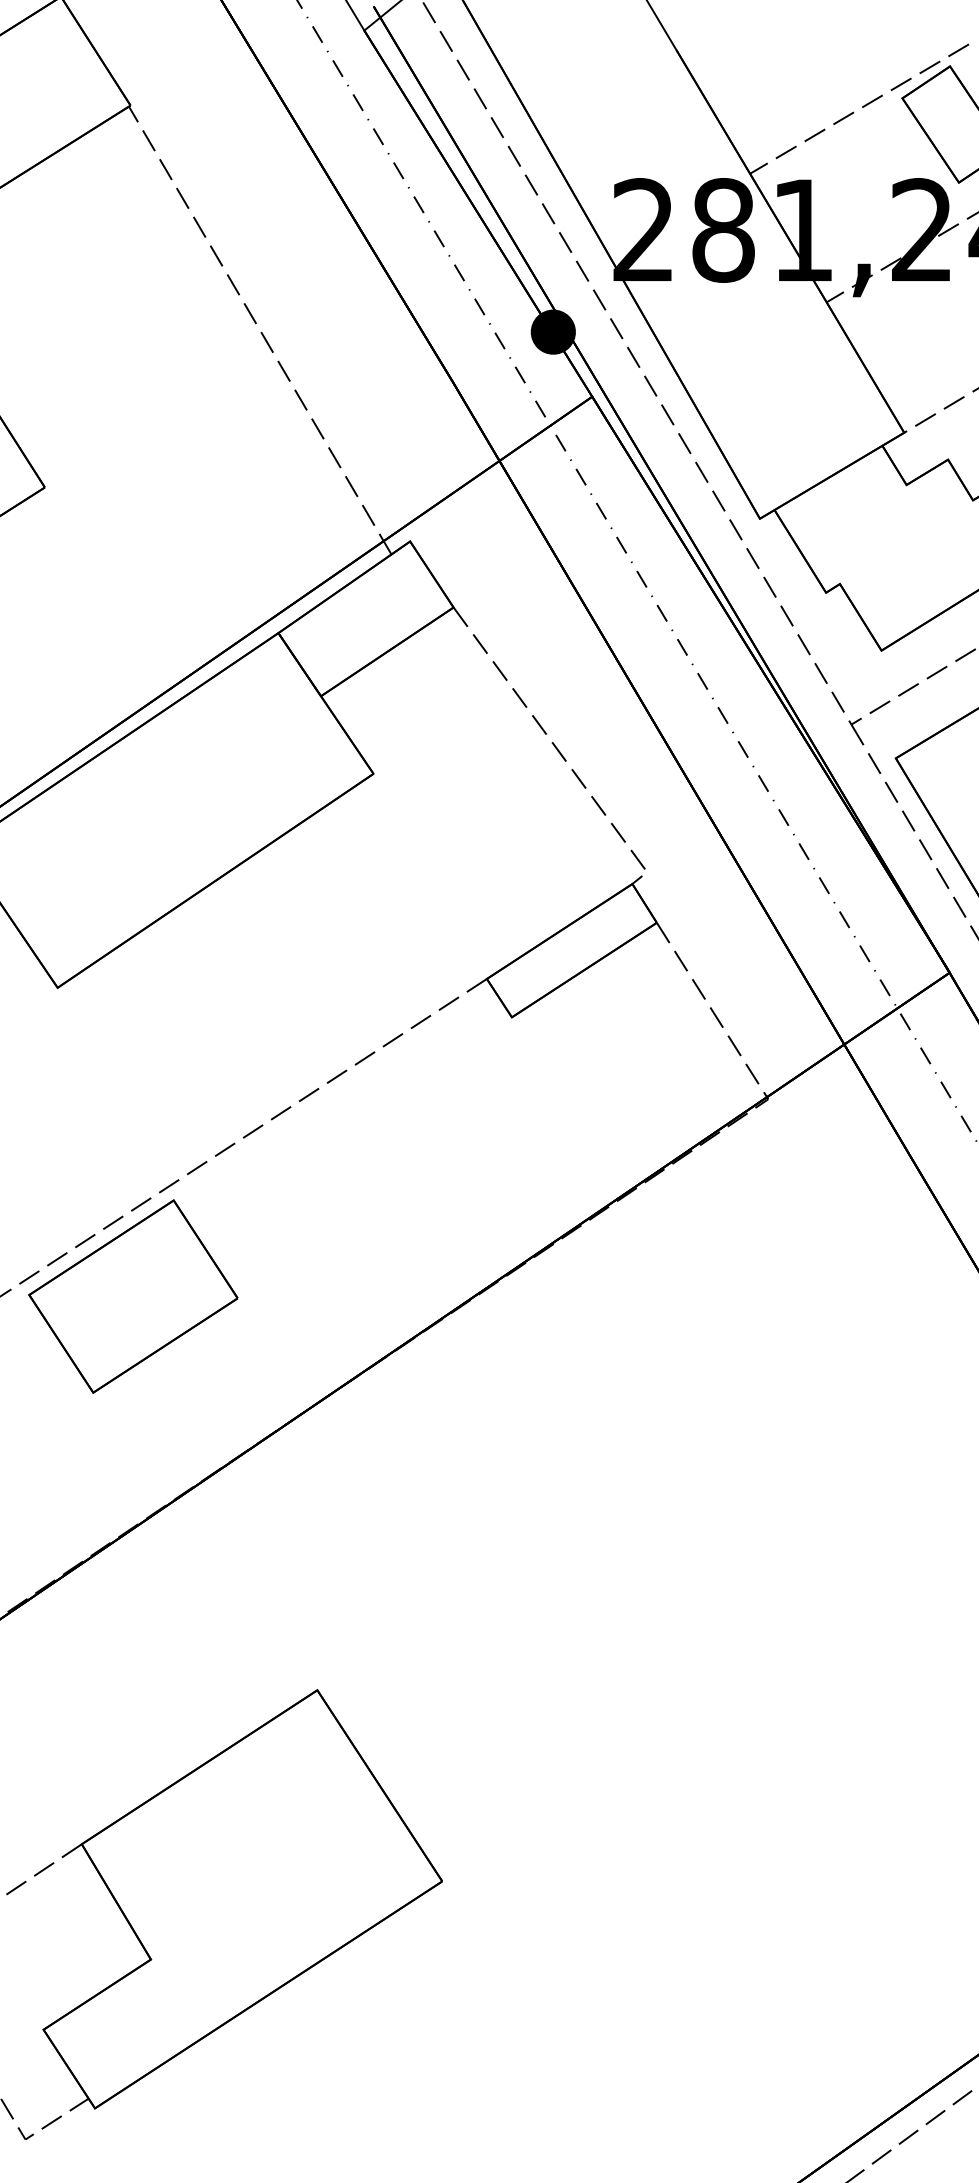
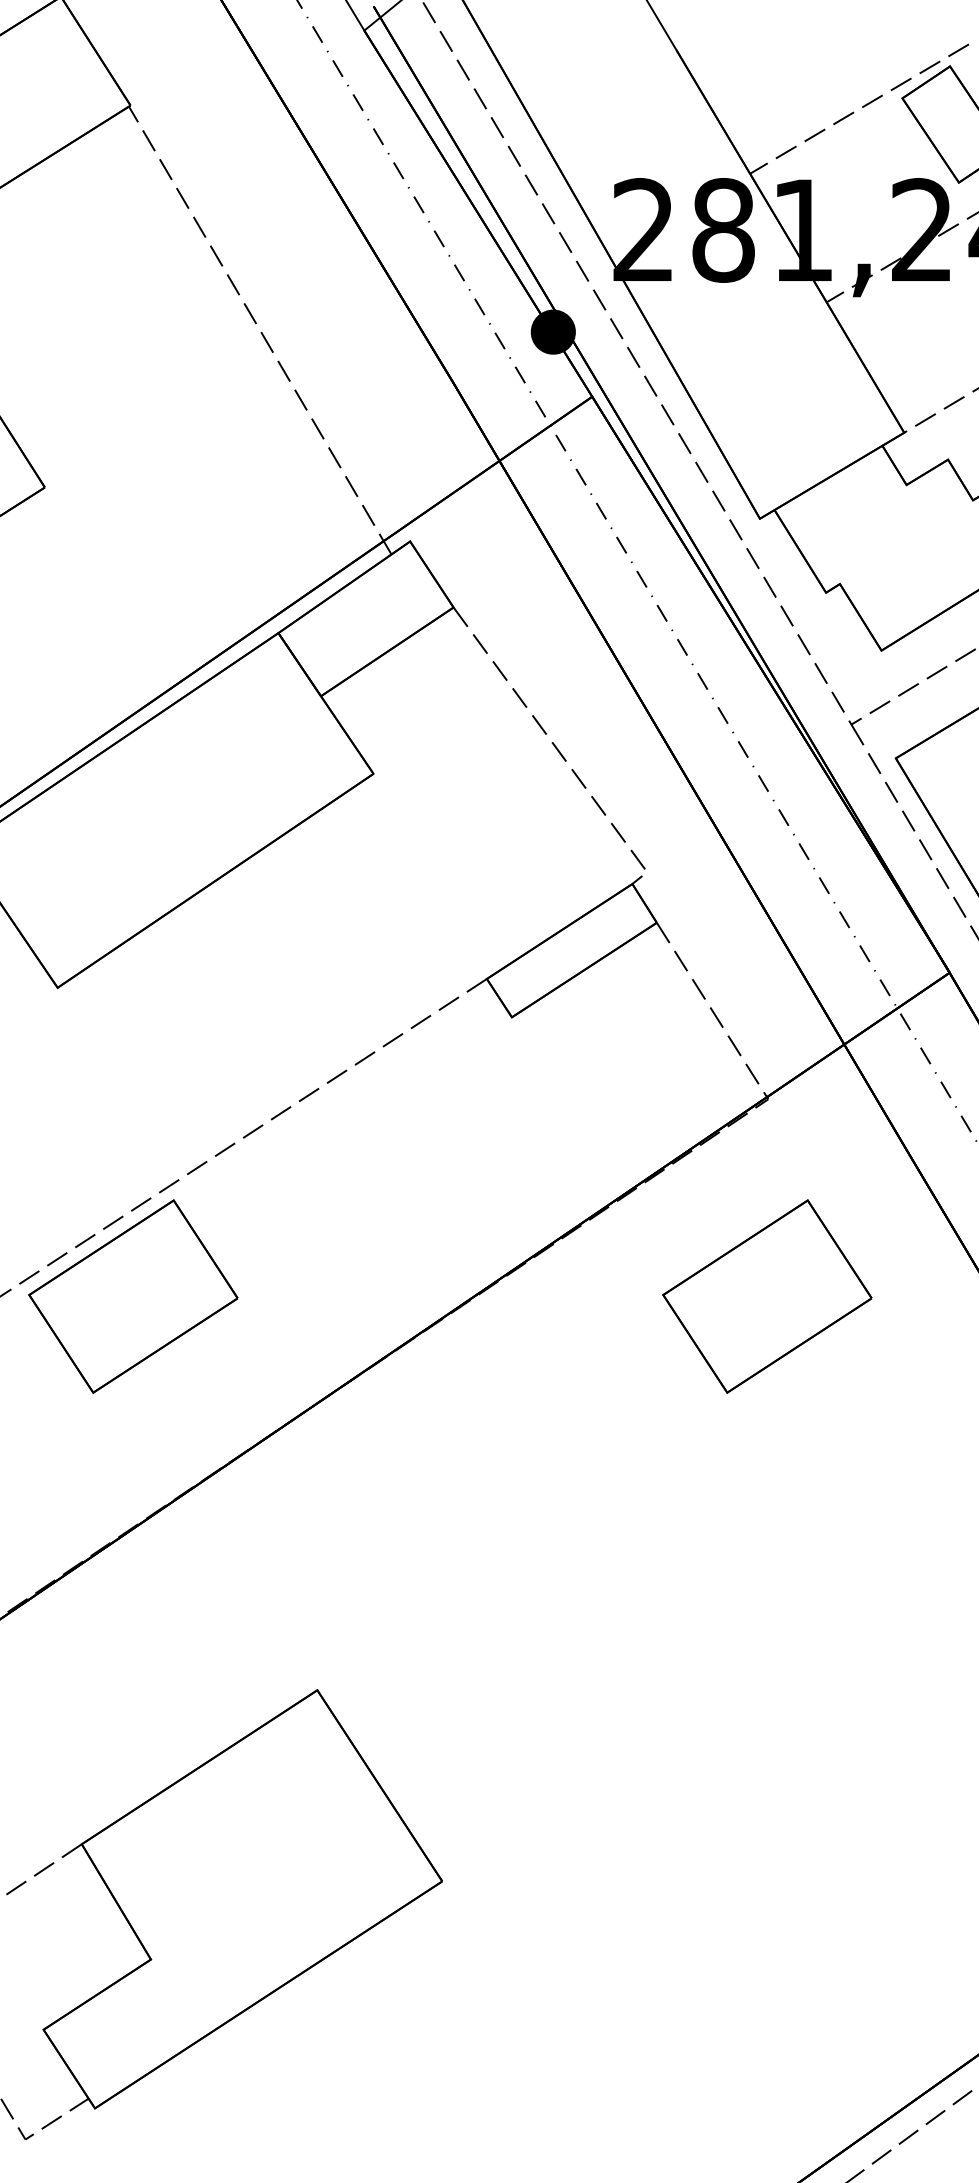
part at (767, 1296): none -> present
